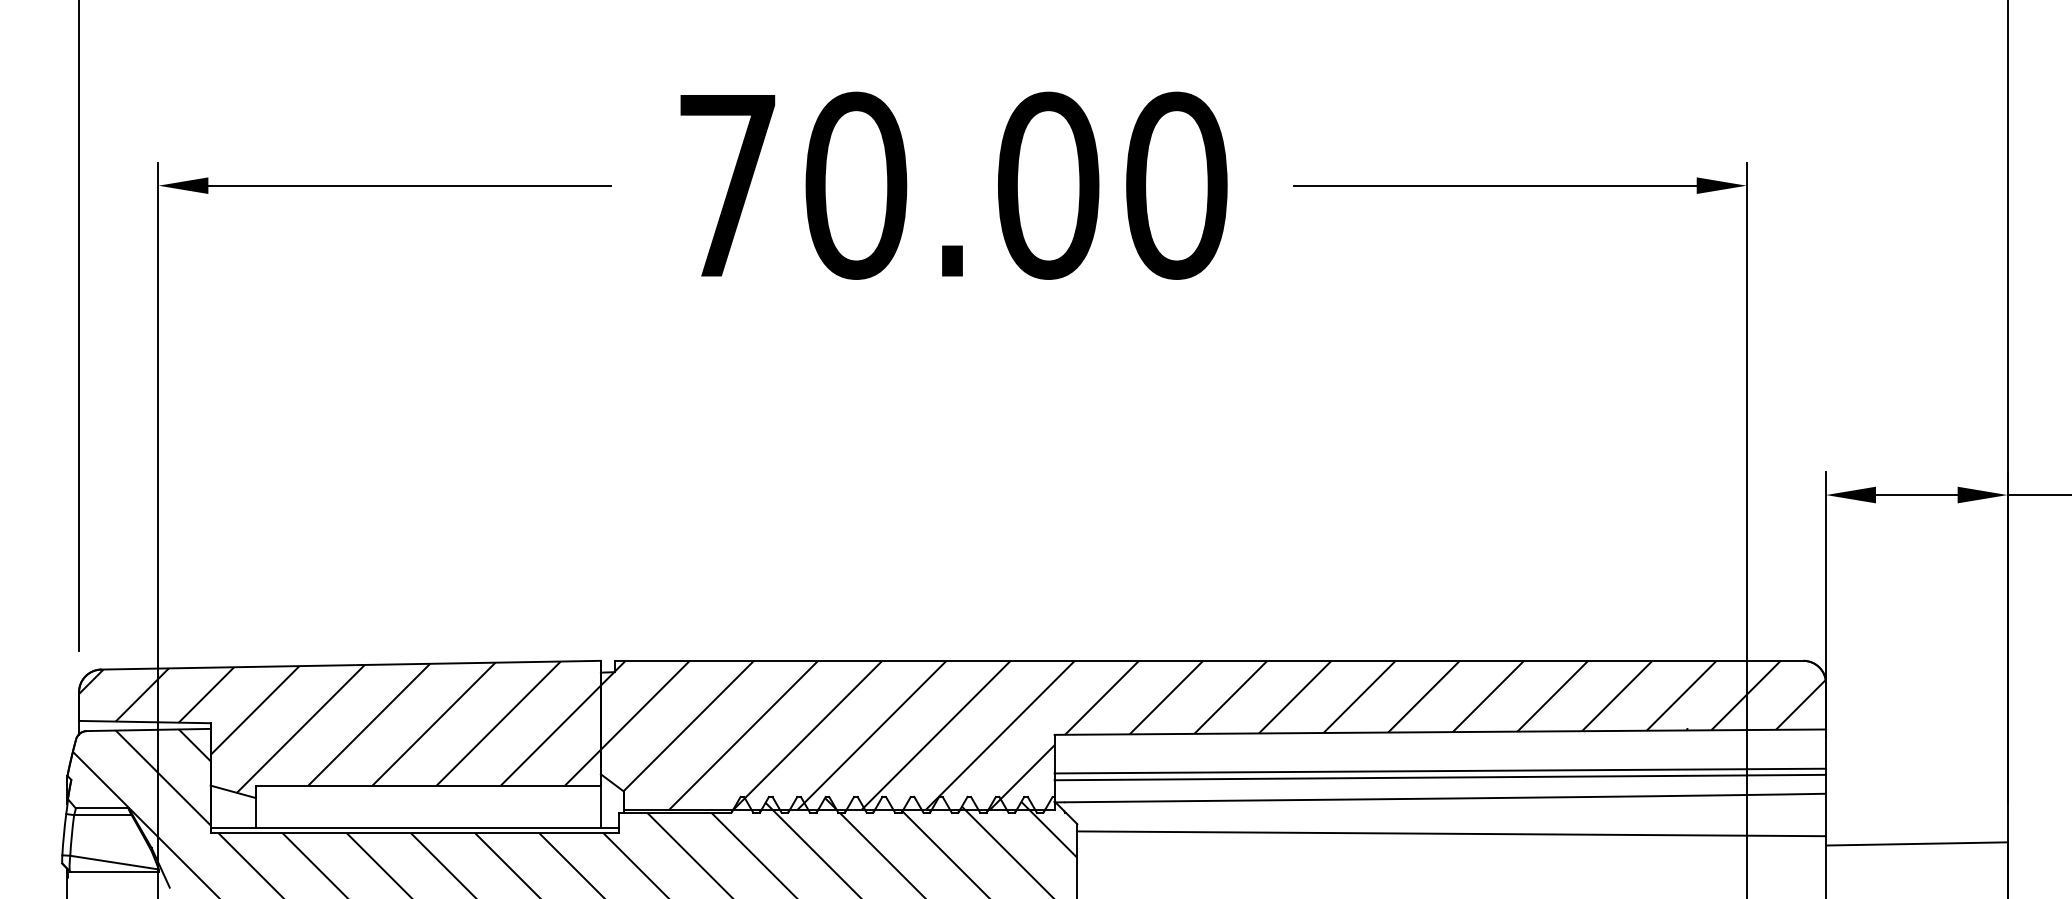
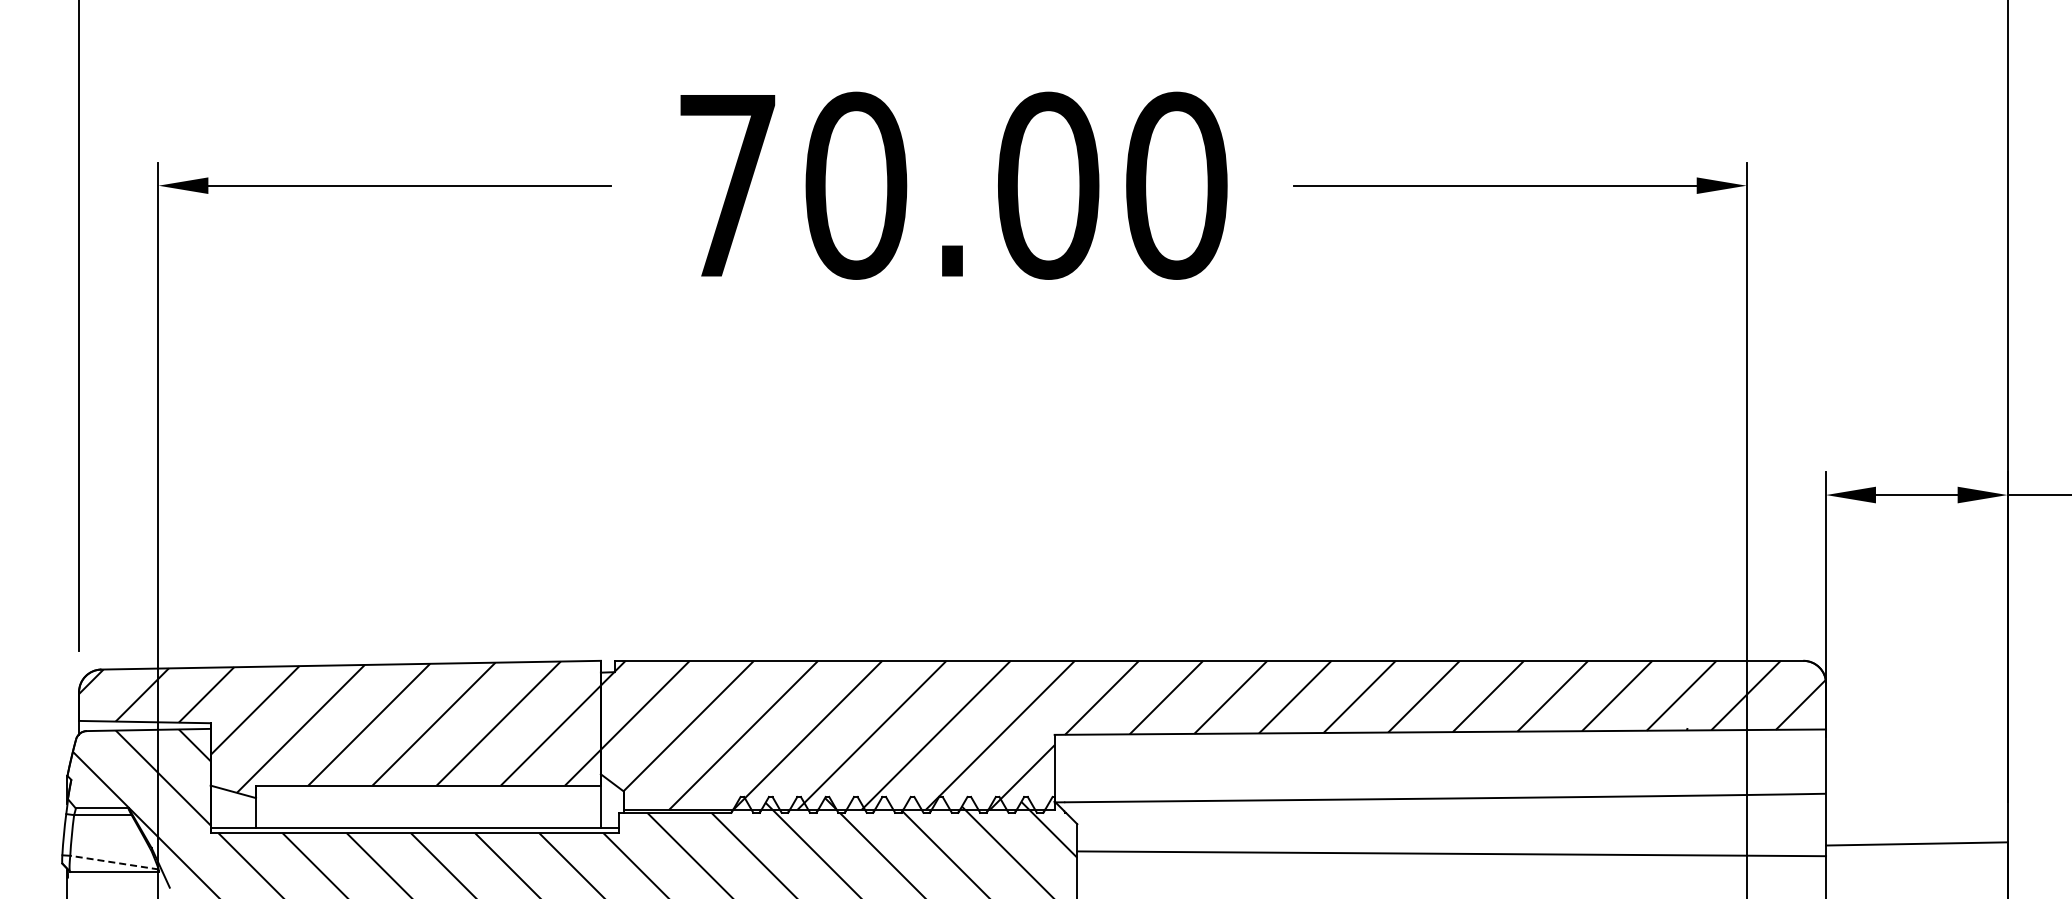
line at (1440, 770): present -> none
line at (1440, 777): present -> none
line at (1451, 833) position: (1451, 833) -> (1451, 853)
line at (114, 862): solid -> dashed
